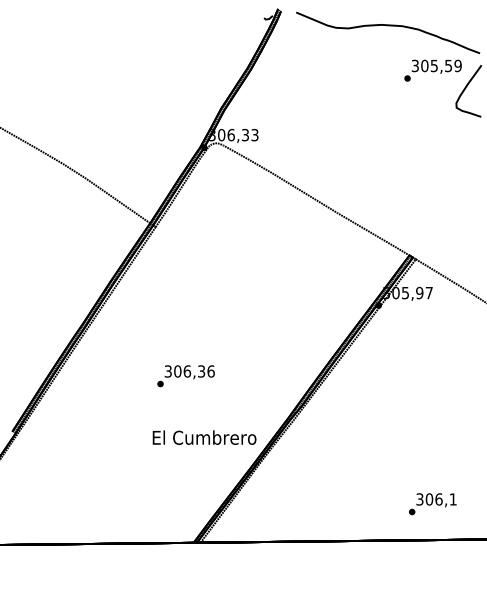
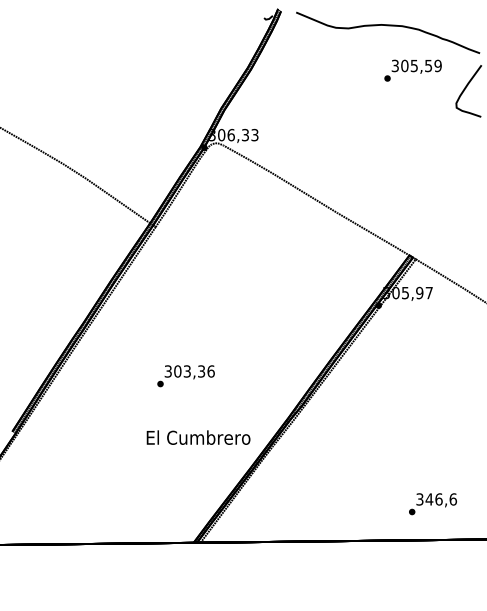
text at (432, 70) position: (432, 70) -> (412, 70)
text at (187, 371): 306,36 -> 303,36
text at (204, 437) position: (204, 437) -> (198, 437)
text at (441, 499): 306,1 -> 346,6
